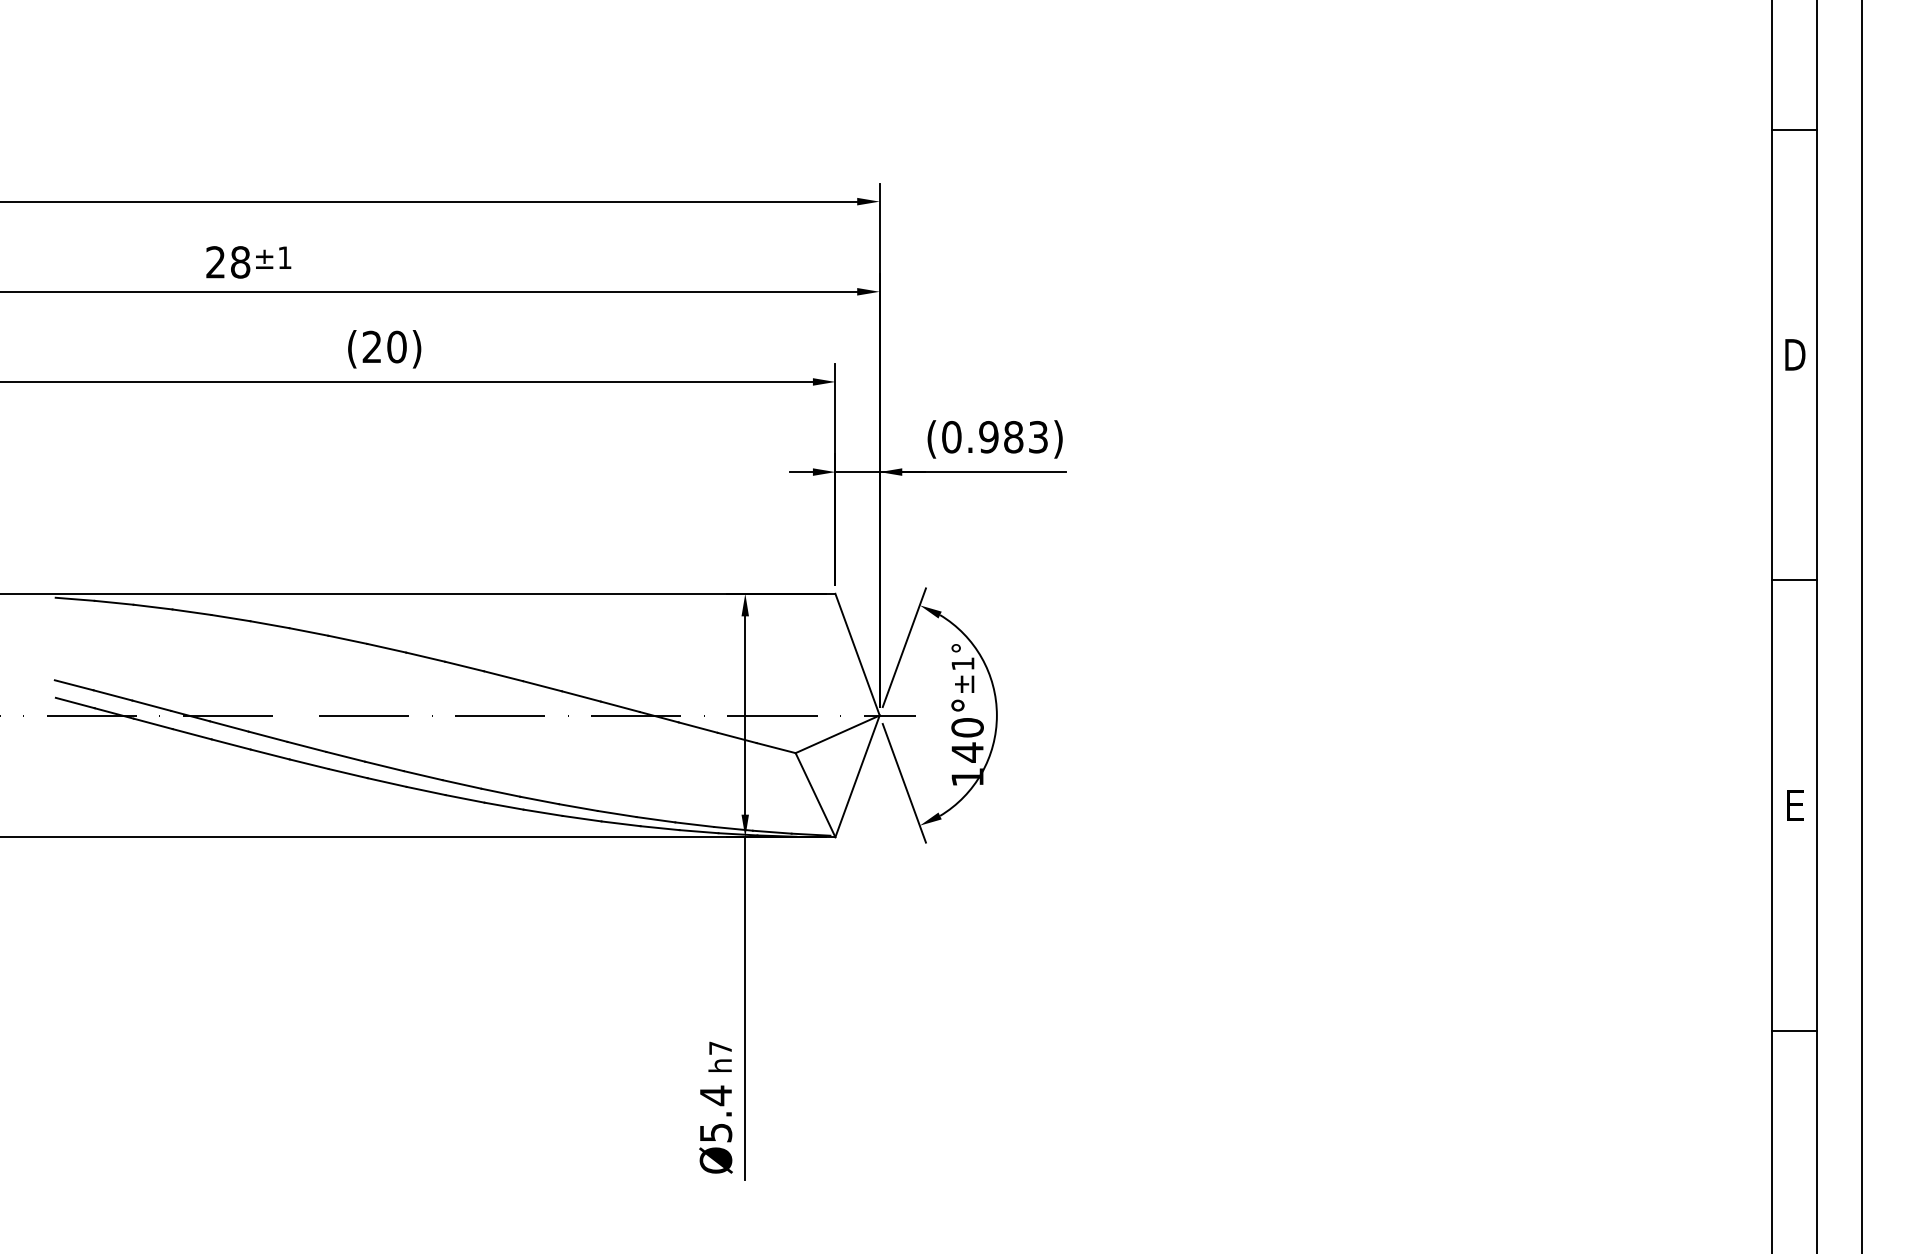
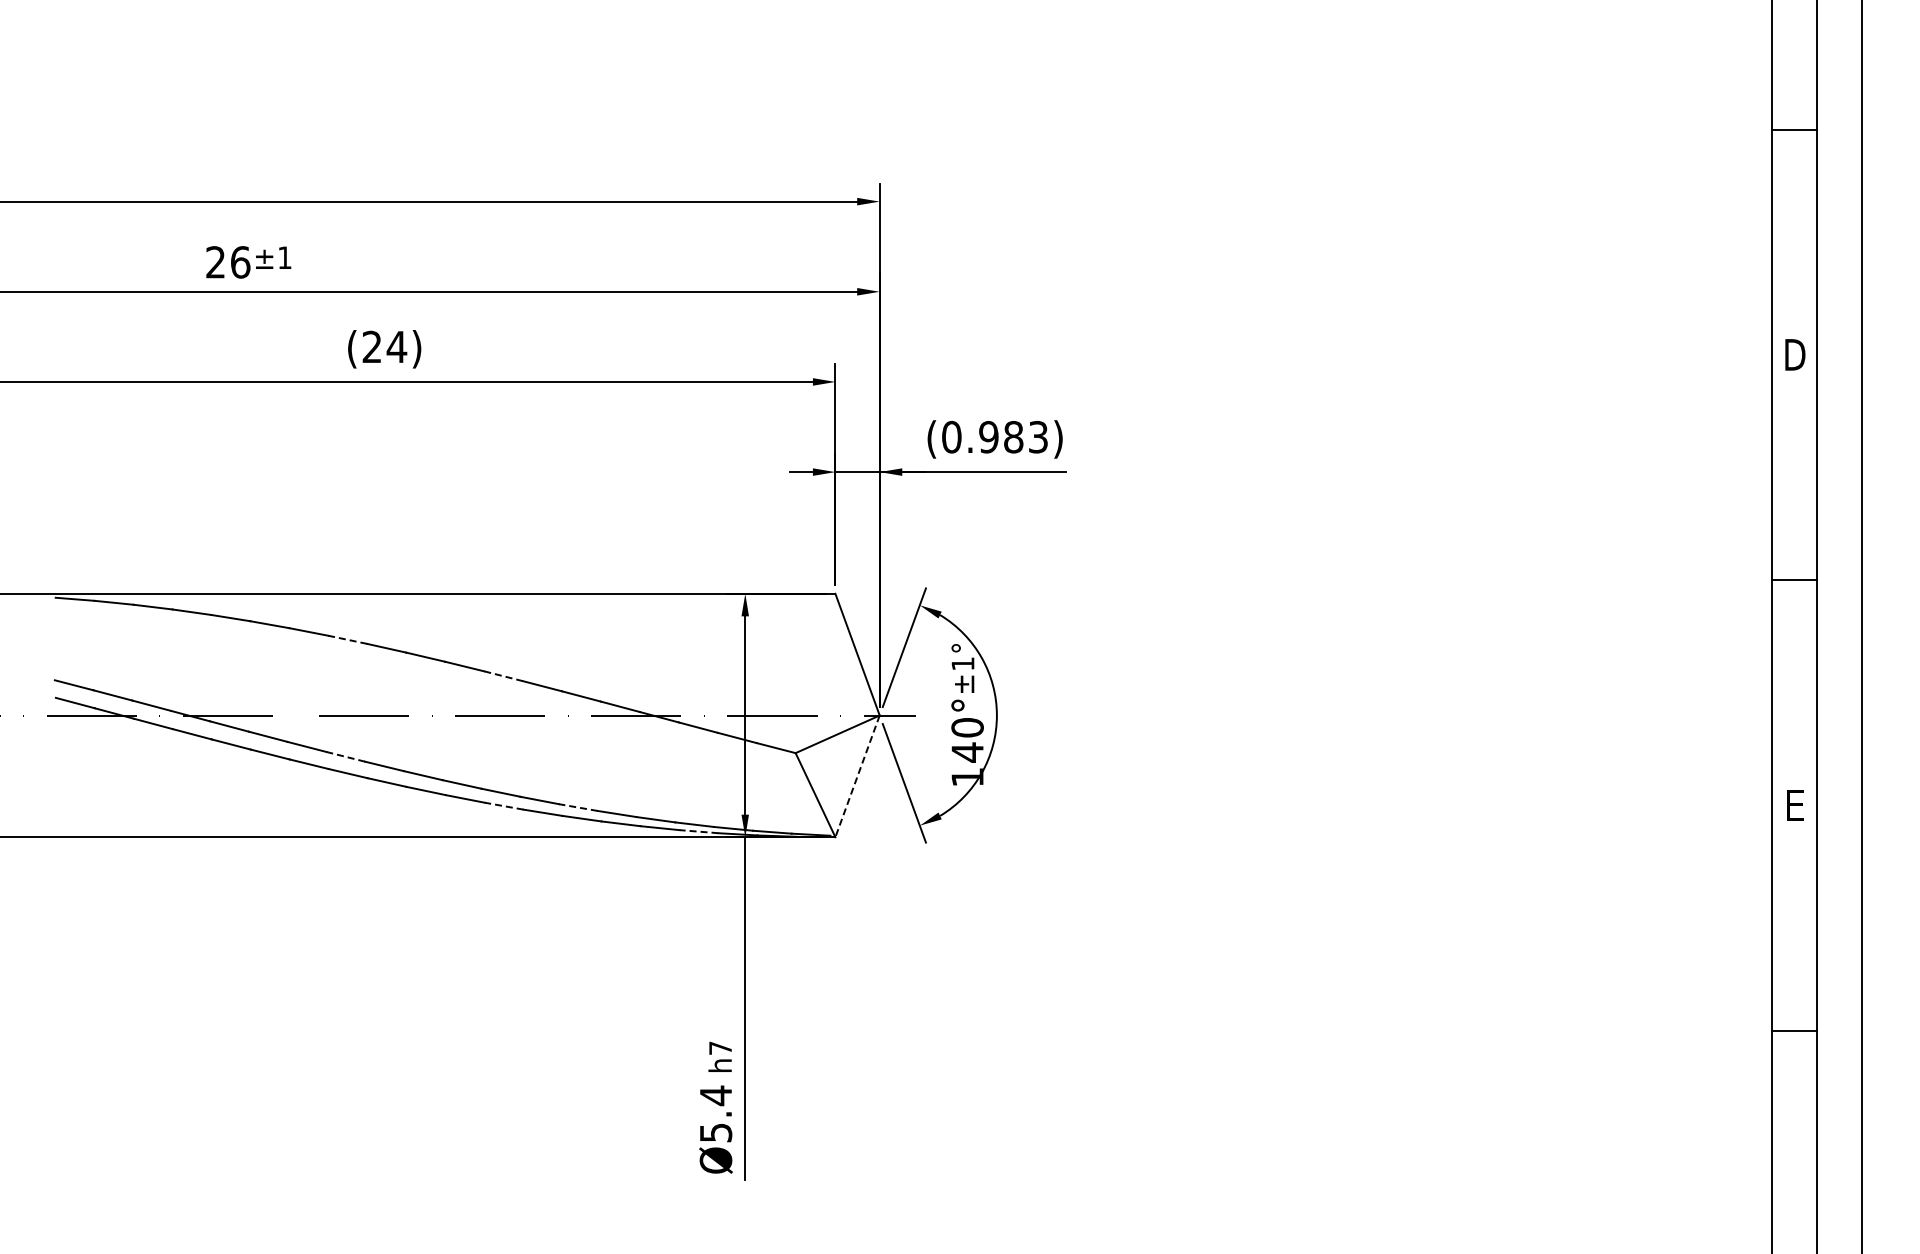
text at (240, 262): 28 -> 26
text at (396, 346): (20) -> (24)
line at (347, 639): solid -> dashed
line at (503, 676): solid -> dashed
line at (345, 756): solid -> dashed
line at (857, 776): solid -> dashed
line at (504, 806): solid -> dashed
line at (578, 807): solid -> dashed
line at (699, 831): solid -> dashed
